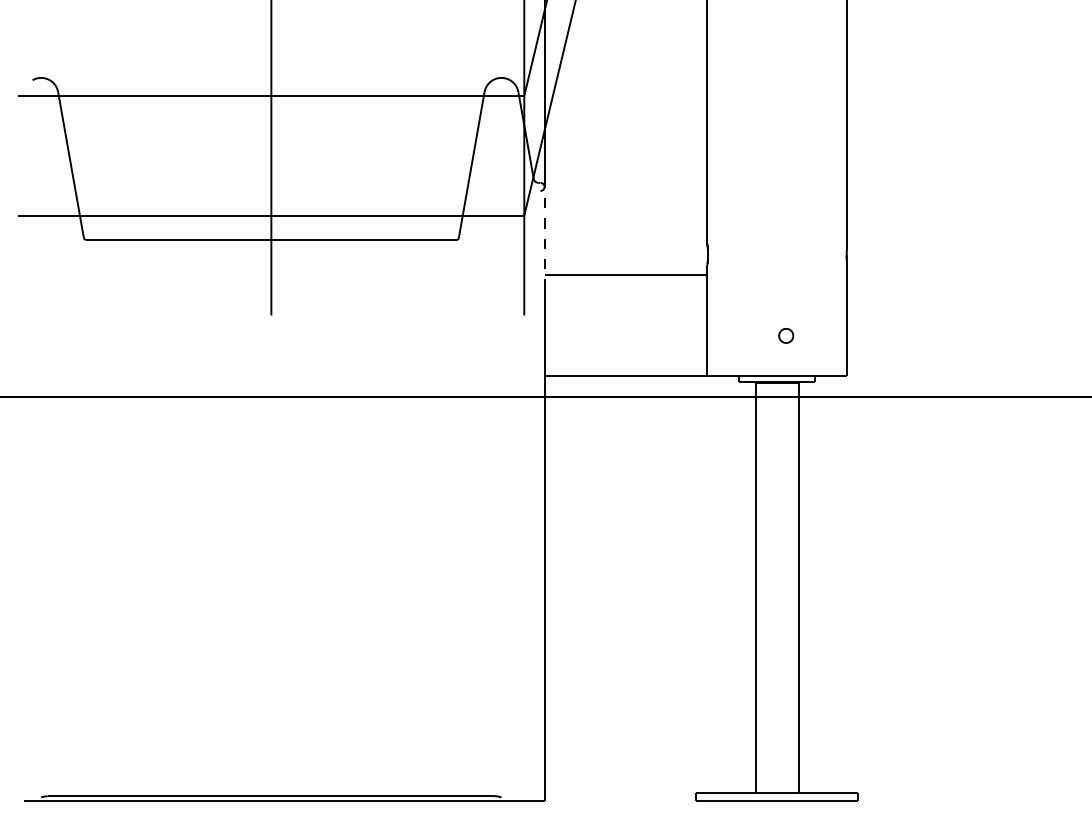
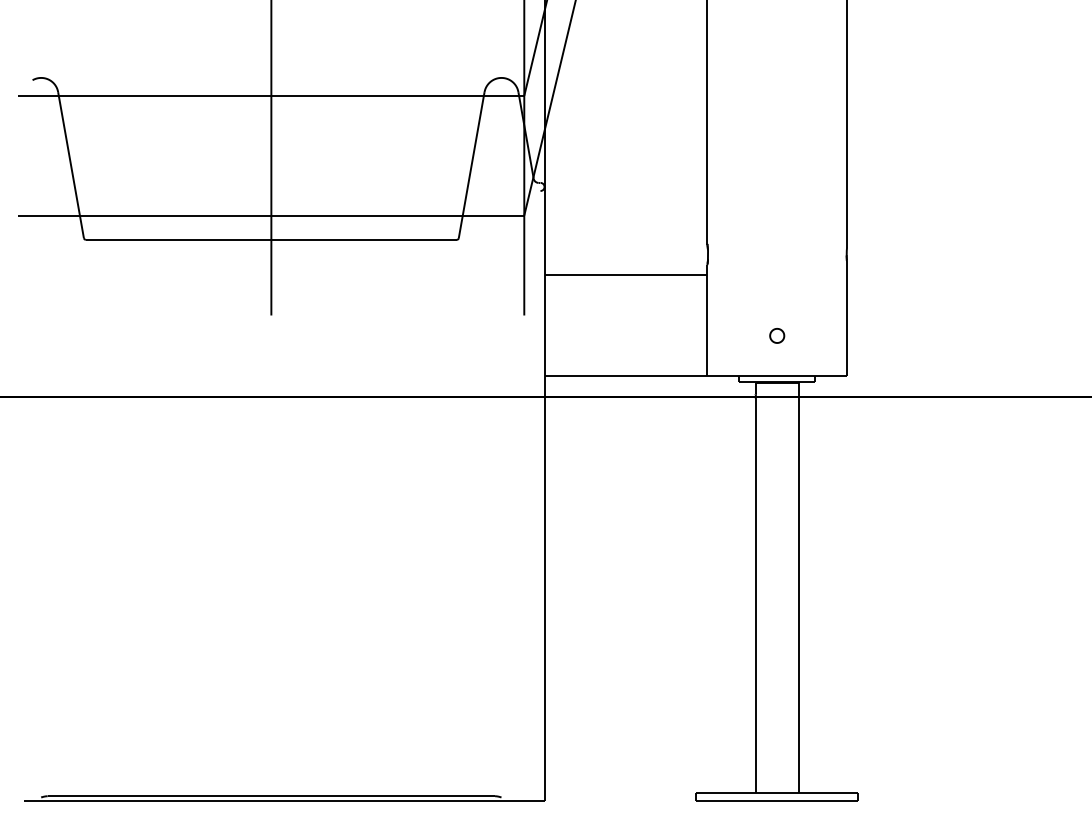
line at (544, 237): dashed -> solid
part at (786, 335) position: (786, 335) -> (777, 335)
